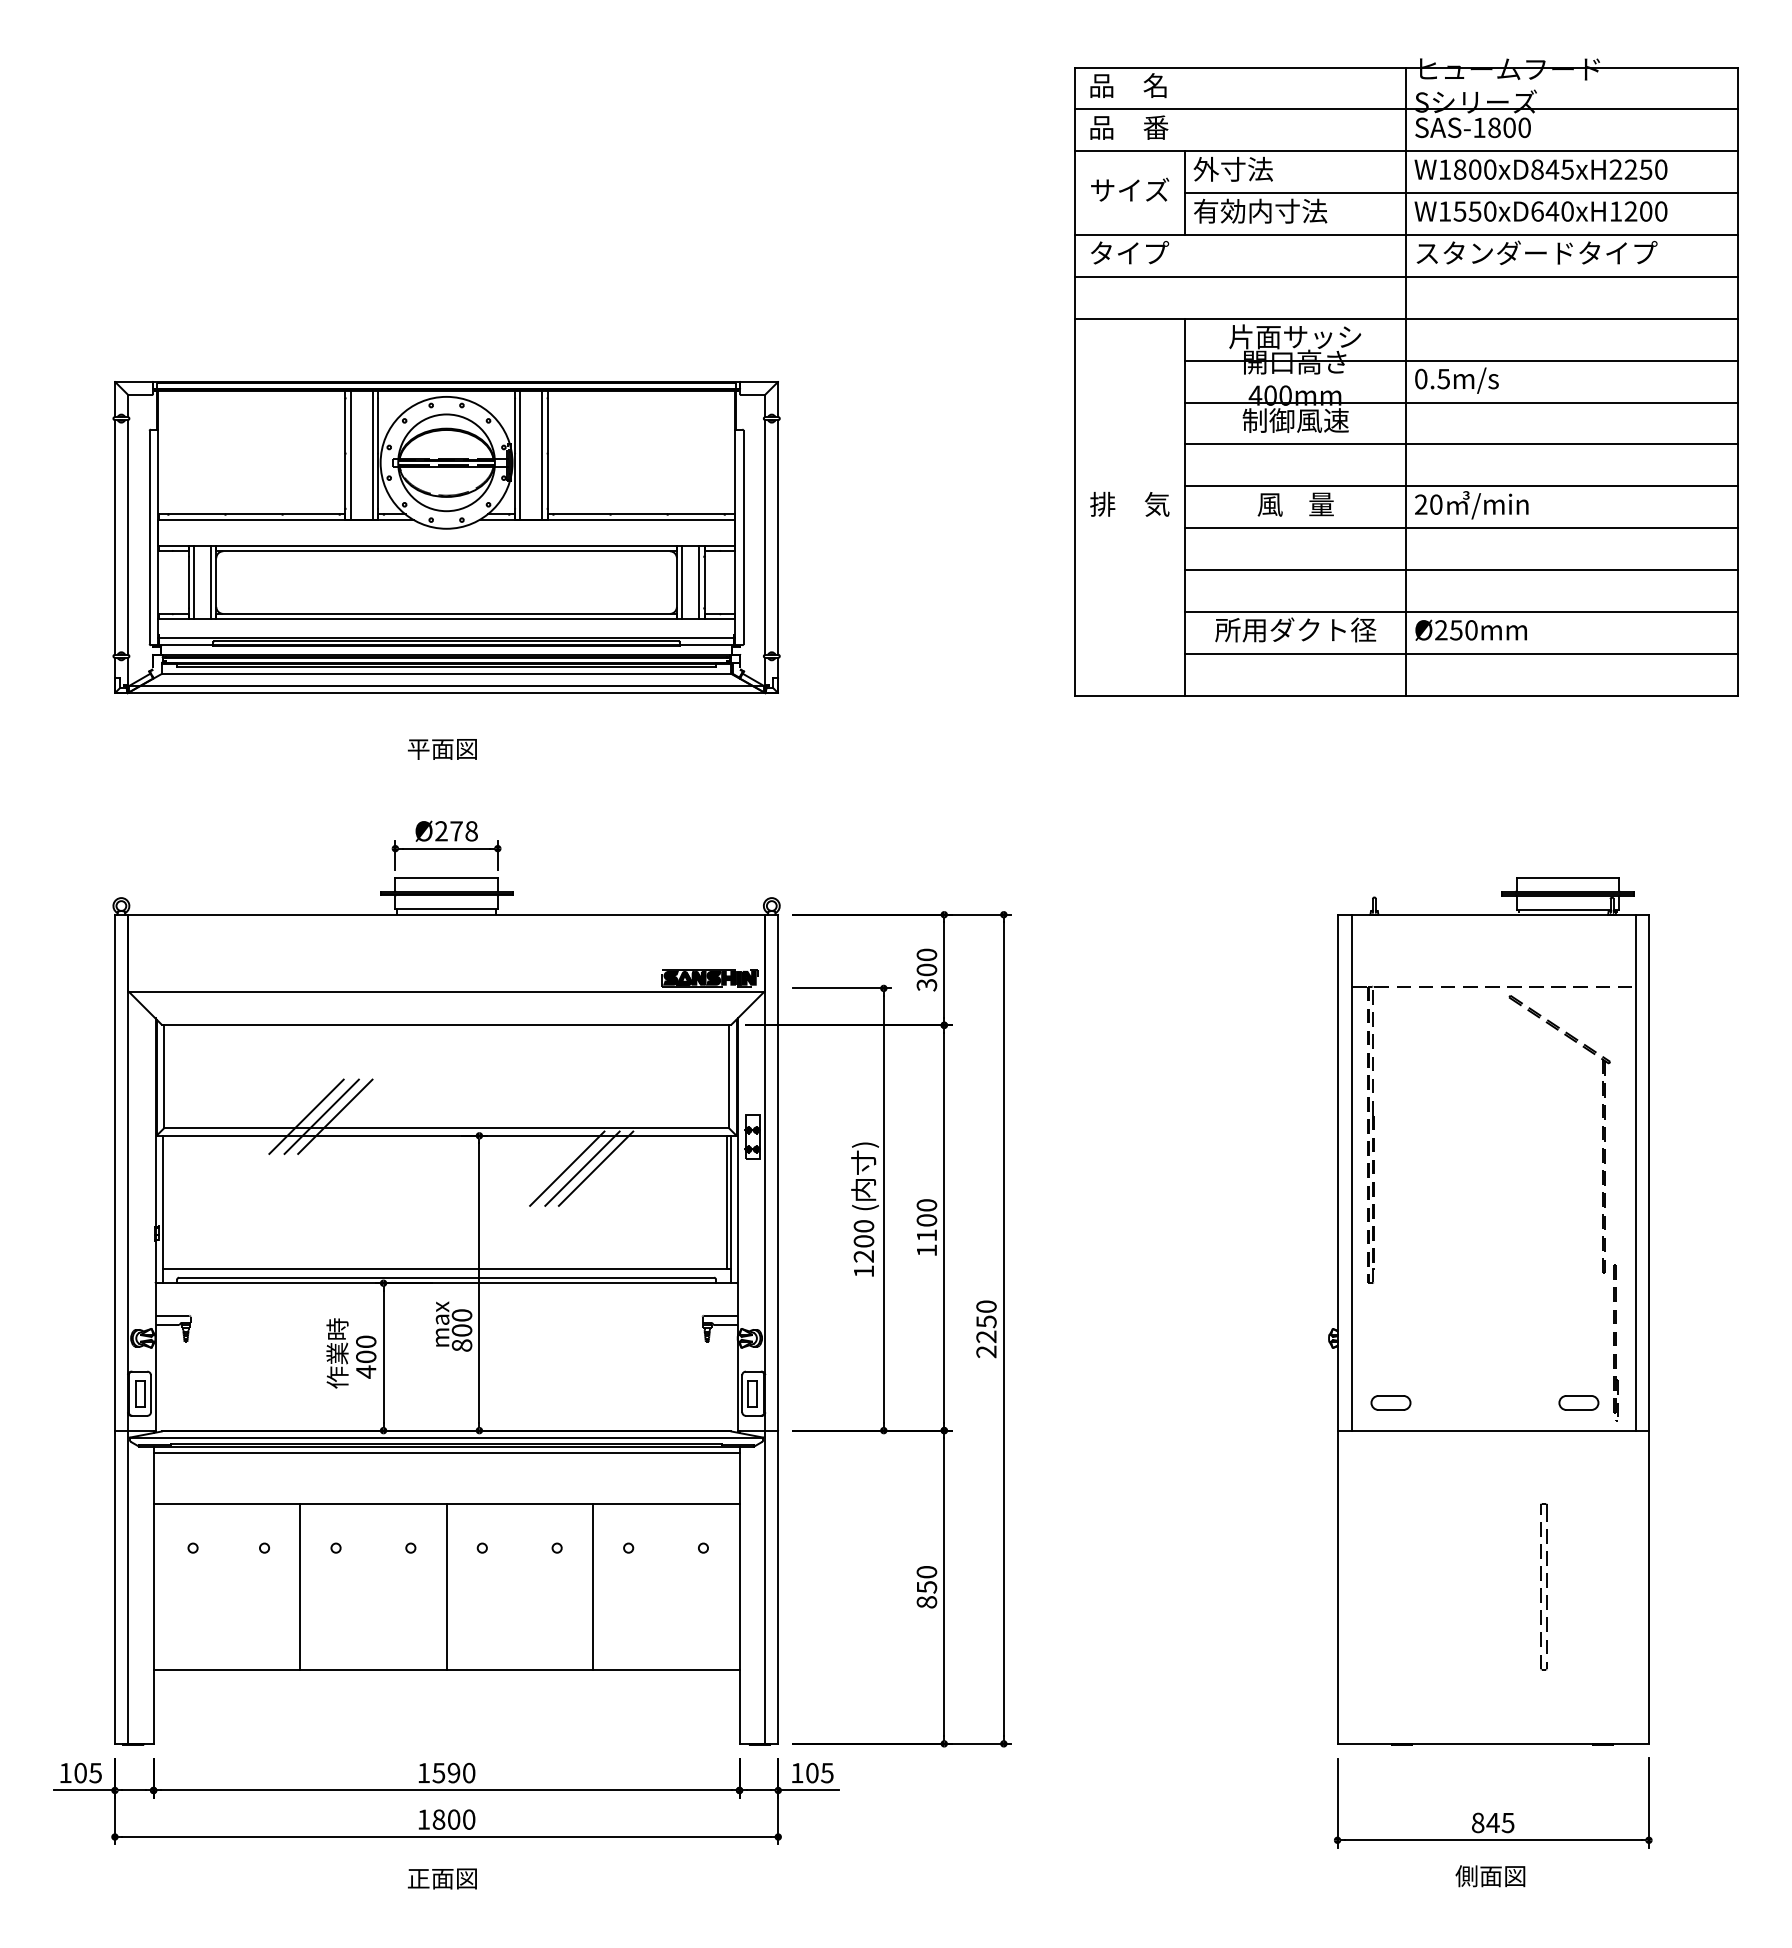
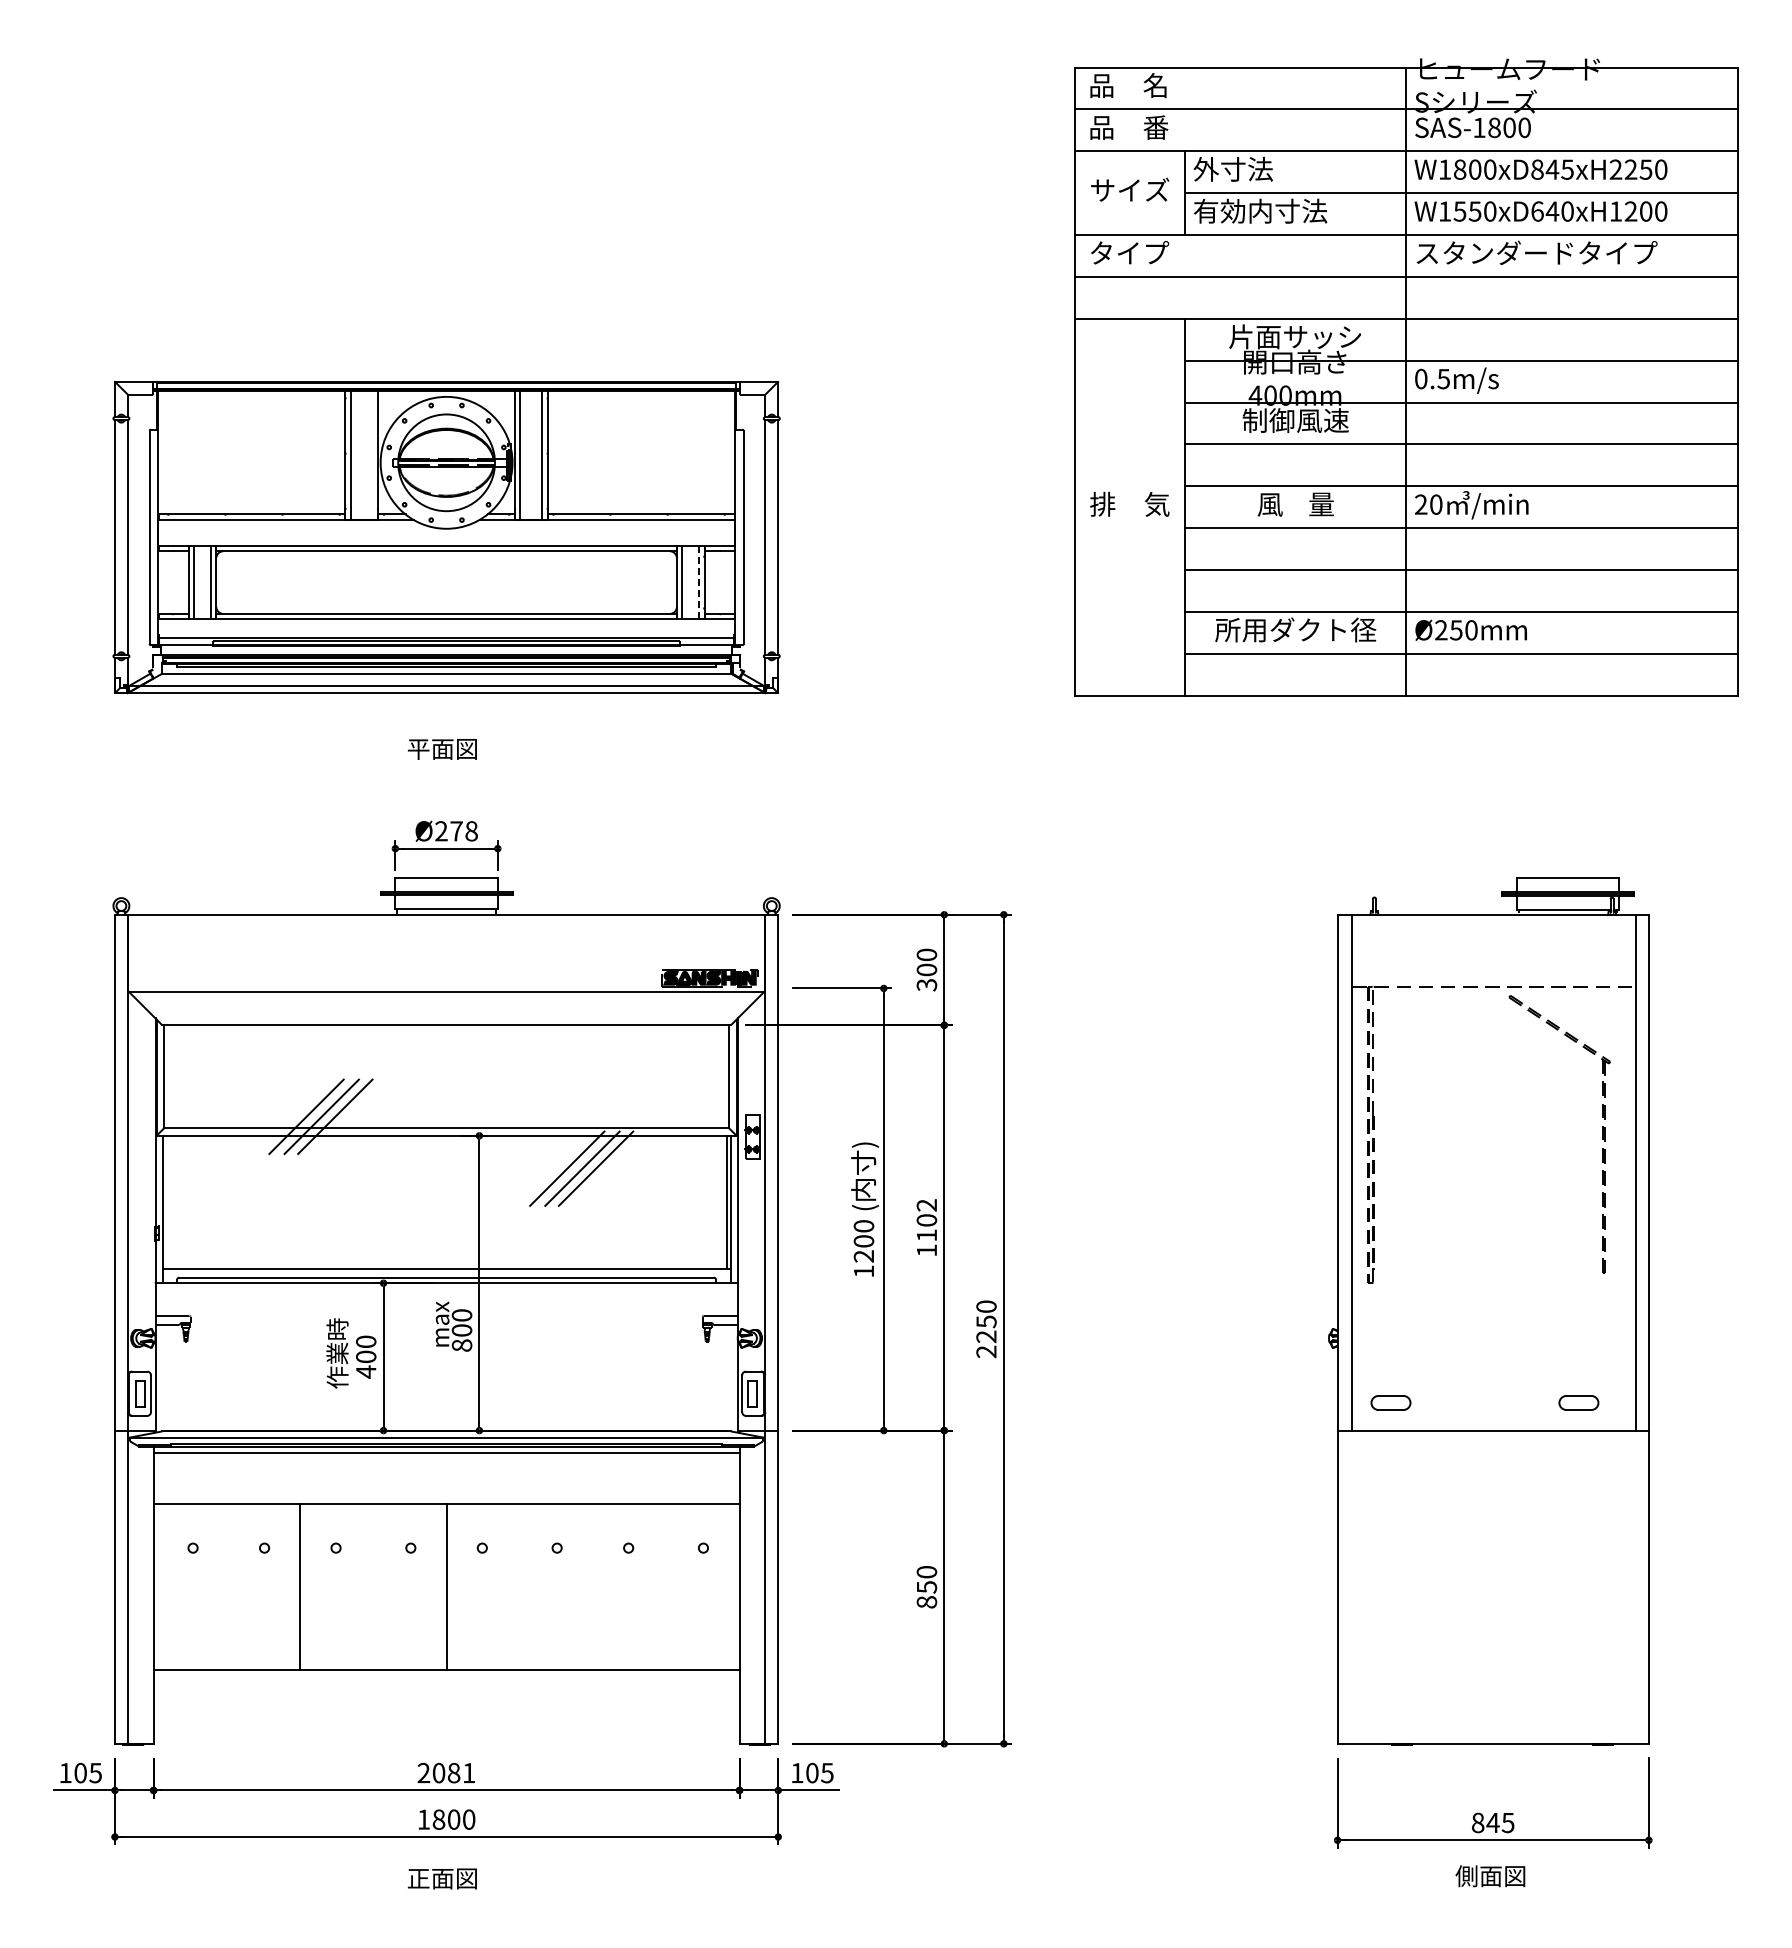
line at (372, 454): present -> none
line at (699, 582): solid -> dashed
text at (926, 1205): 1100 -> 1102
part at (1615, 1342): present -> none
line at (592, 1586): present -> none
part at (1543, 1586): present -> none
text at (446, 1772): 1590 -> 2081
